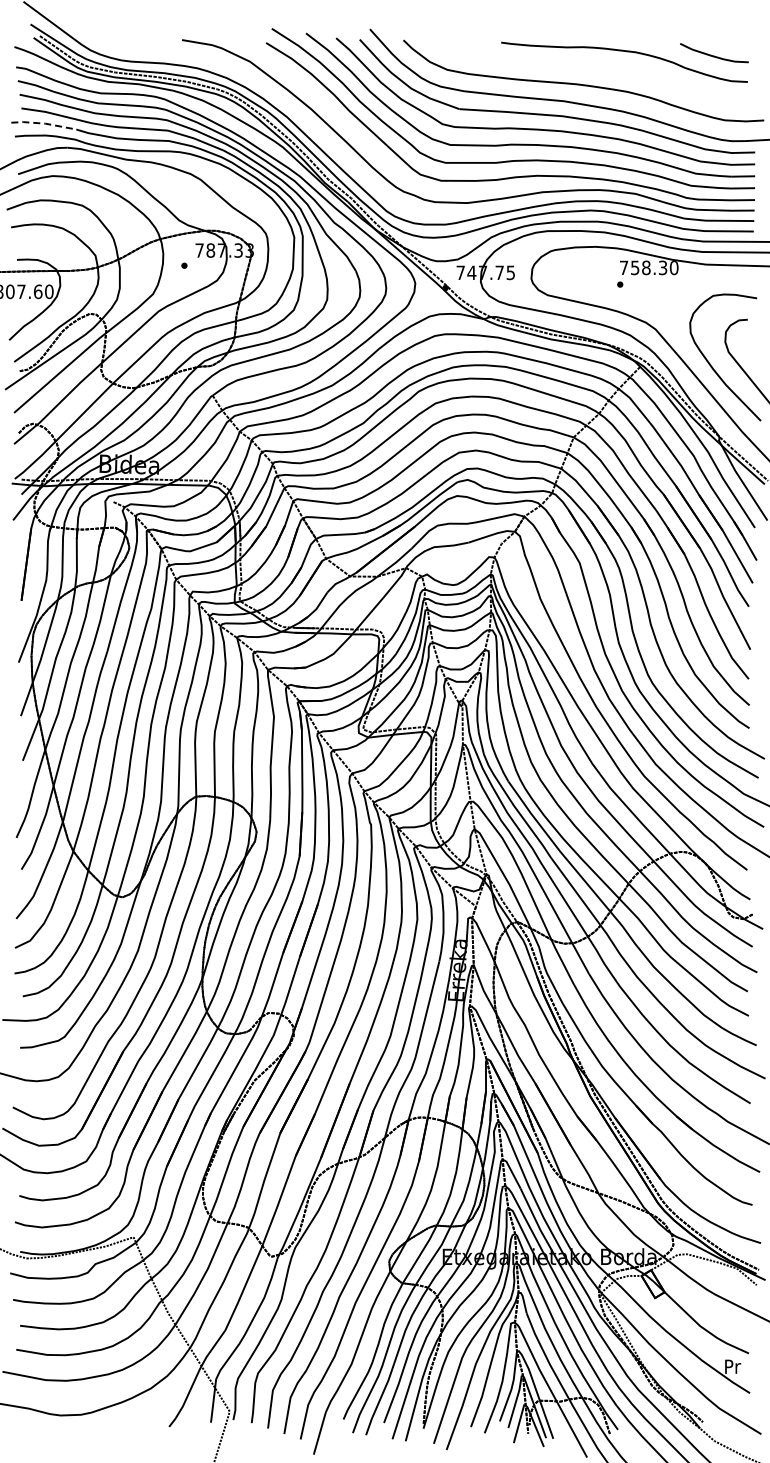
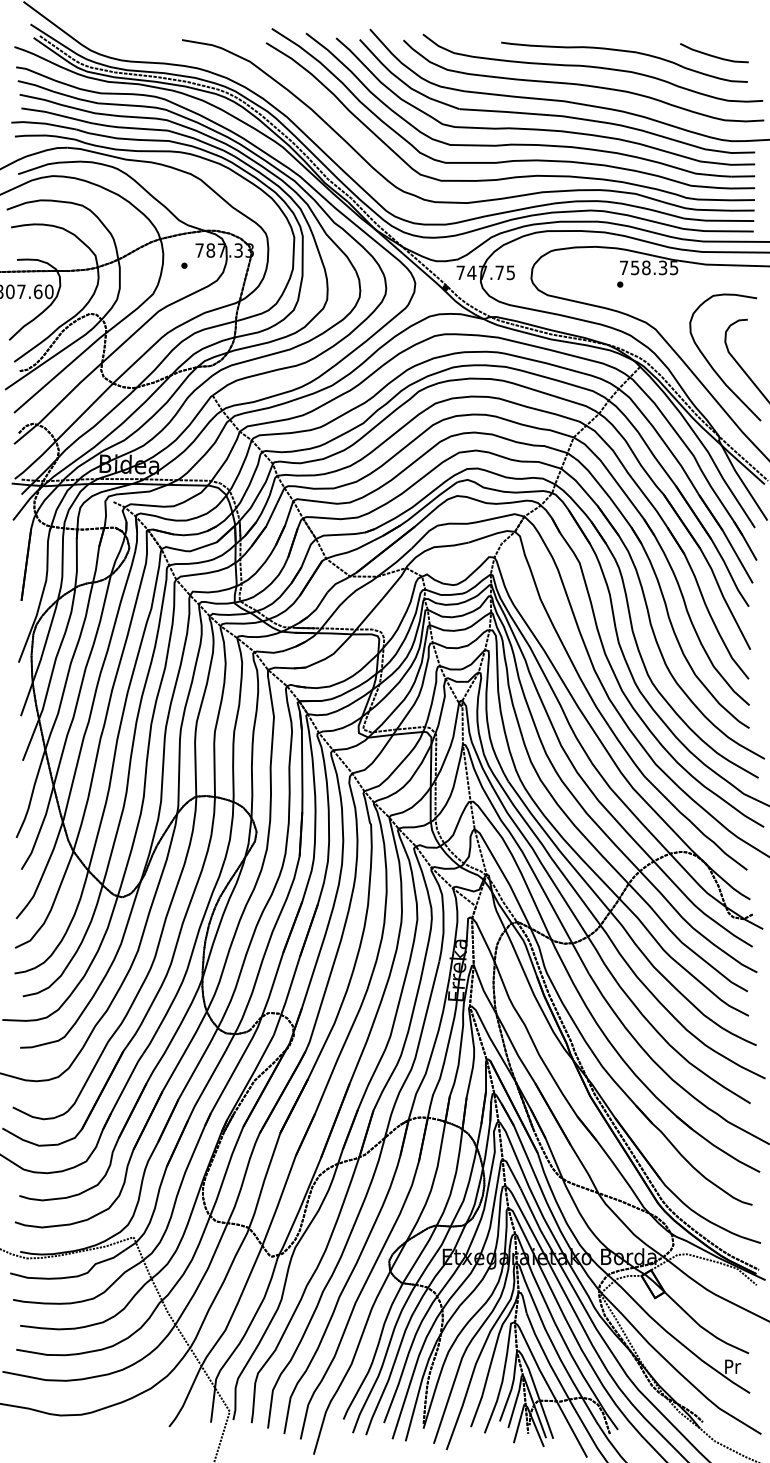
curve at (592, 67): none -> present
line at (44, 123): dashed -> solid
text at (673, 268): 758.30 -> 758.35
